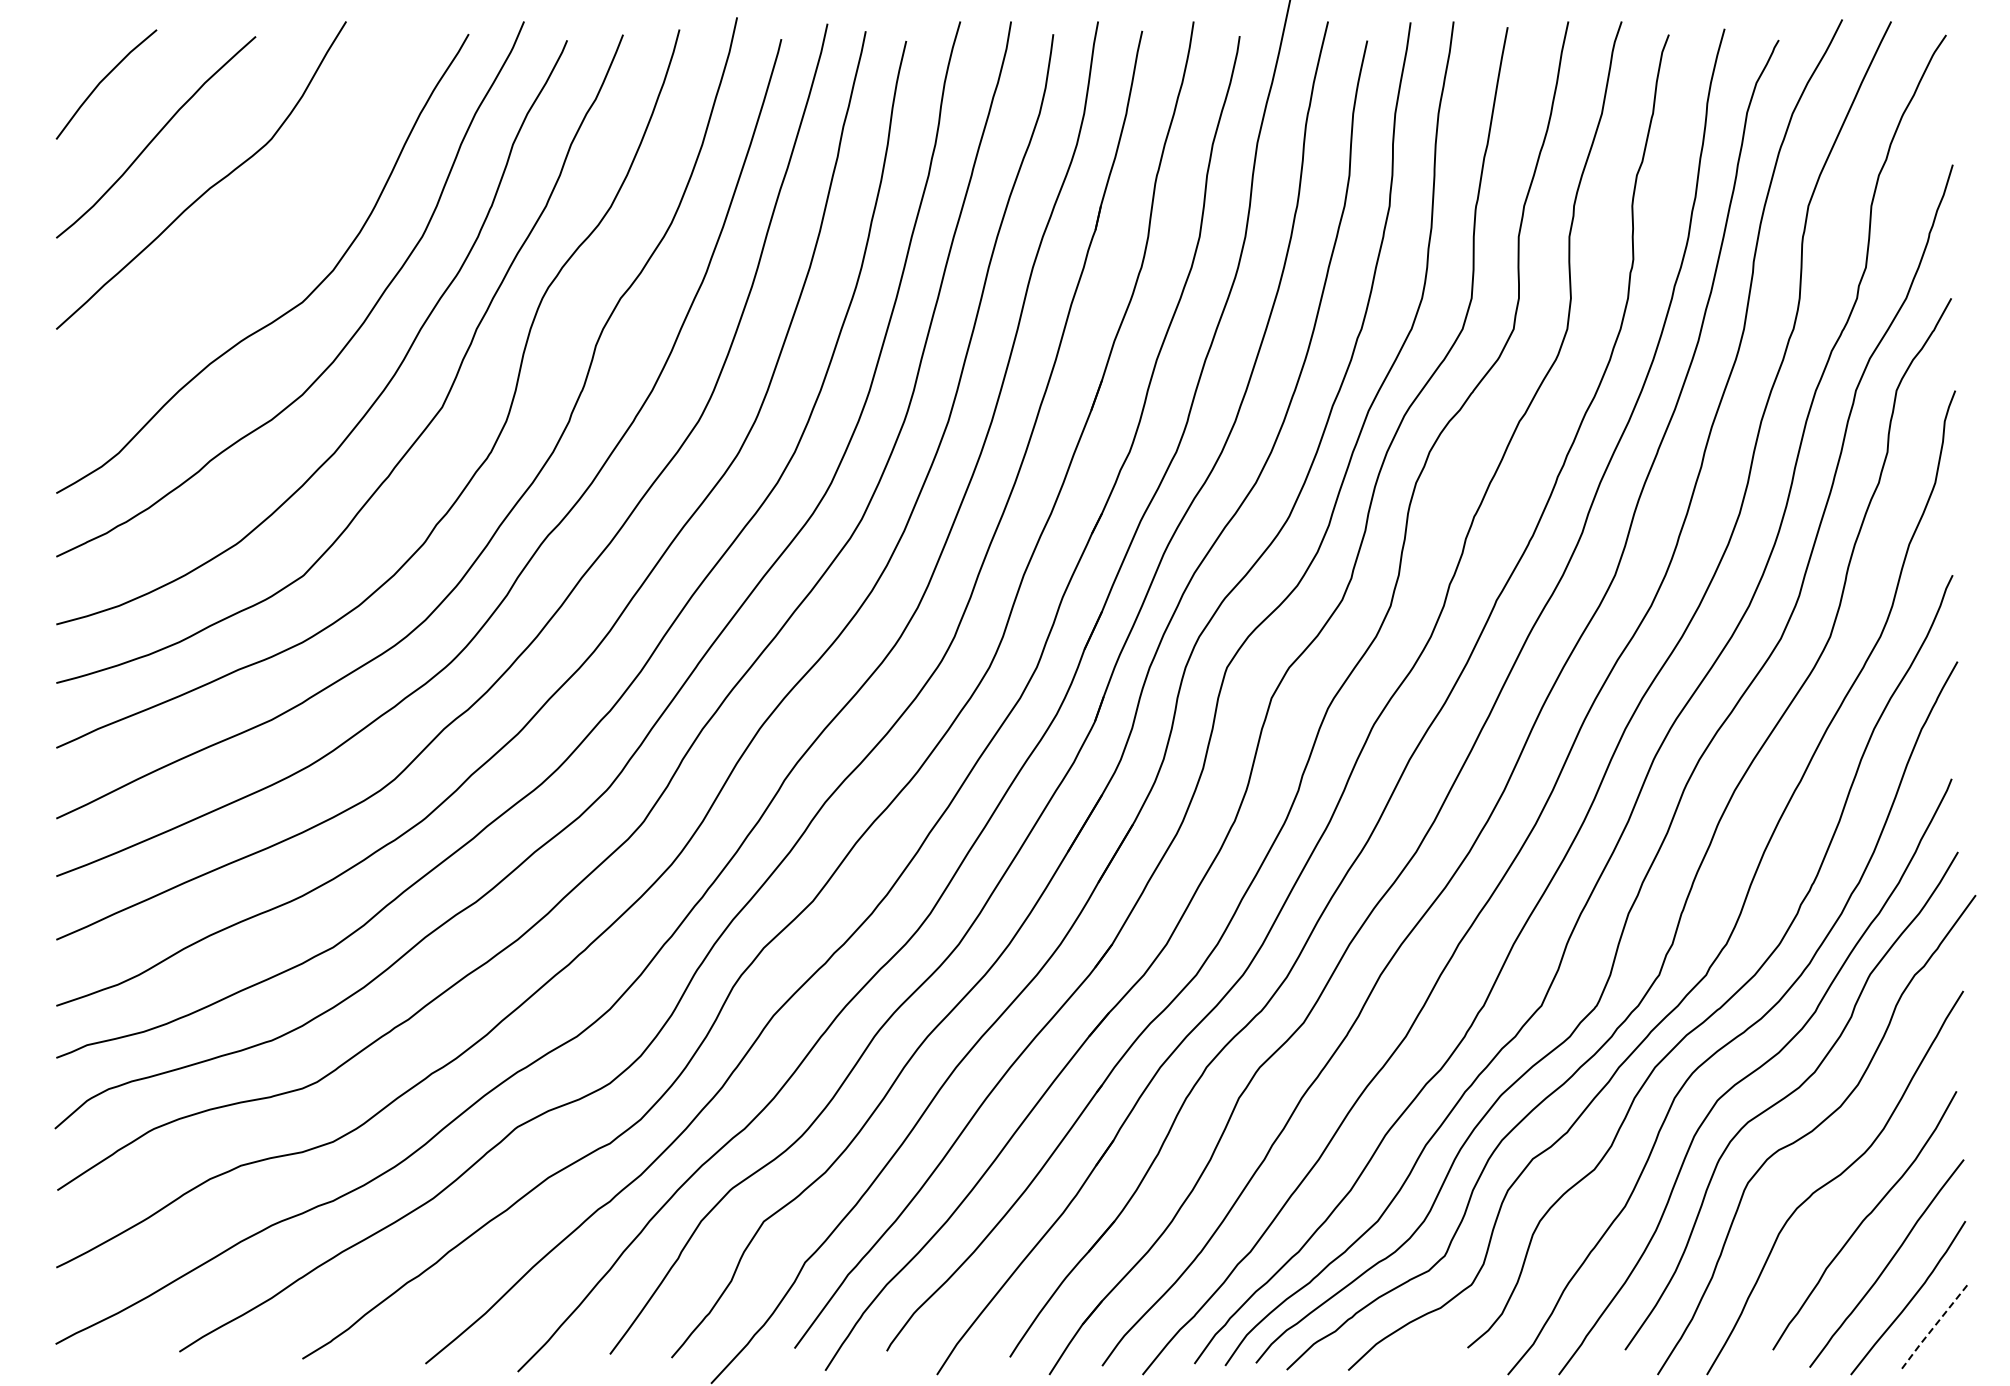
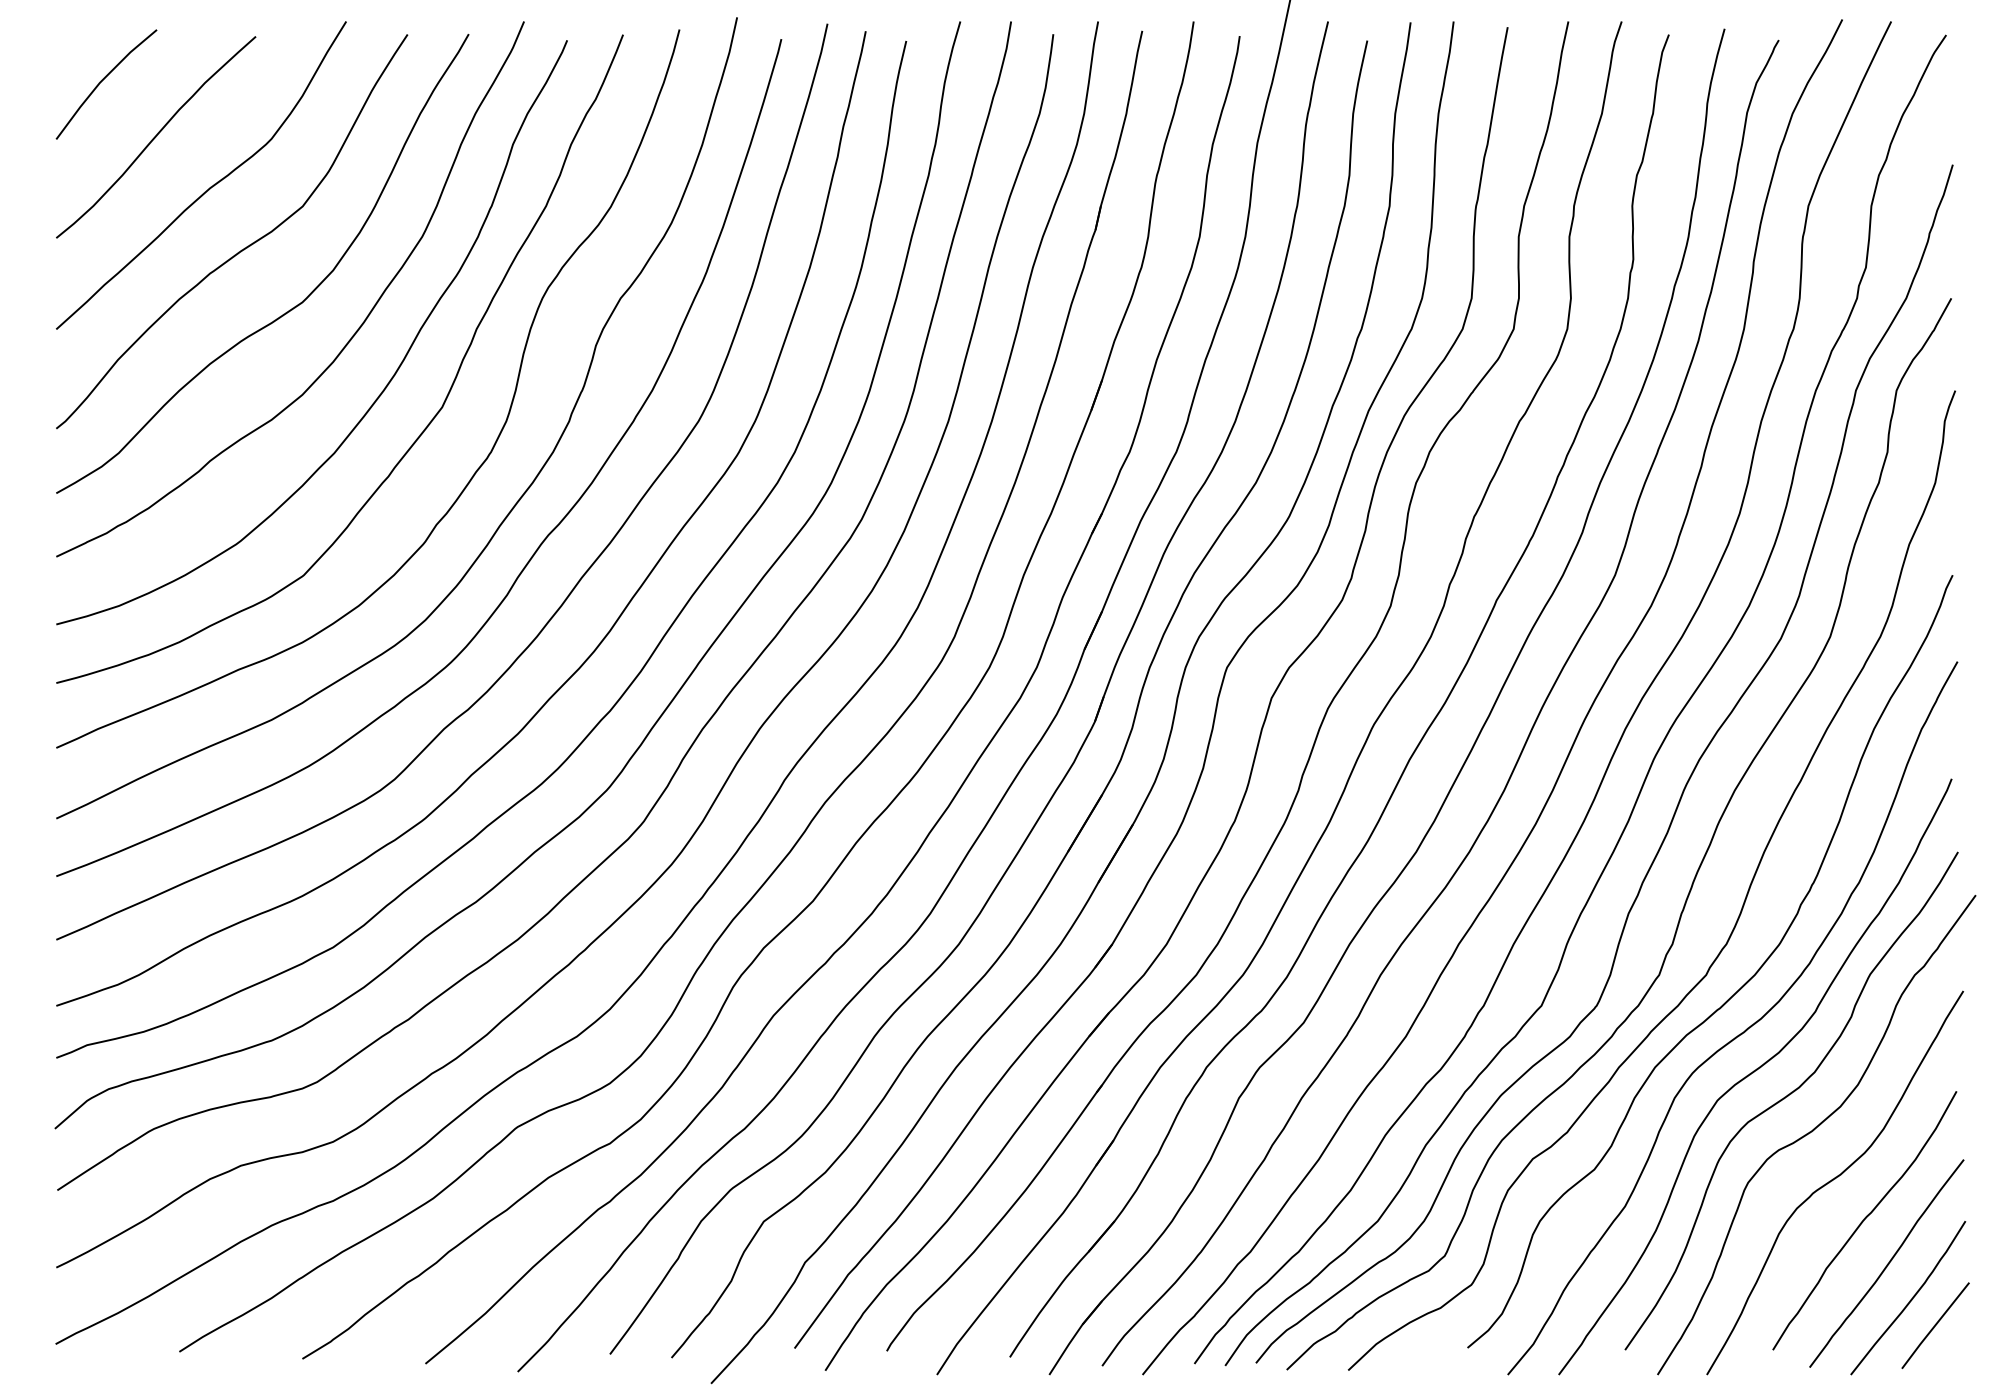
curve at (244, 247): none -> present
line at (1935, 1325): dashed -> solid
